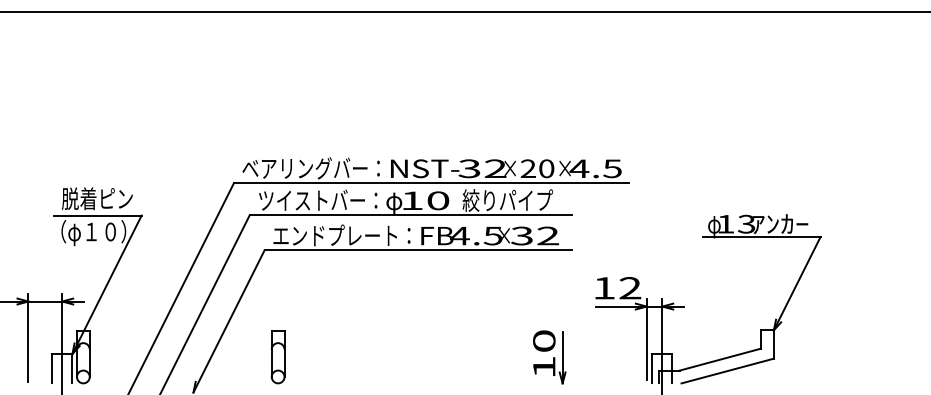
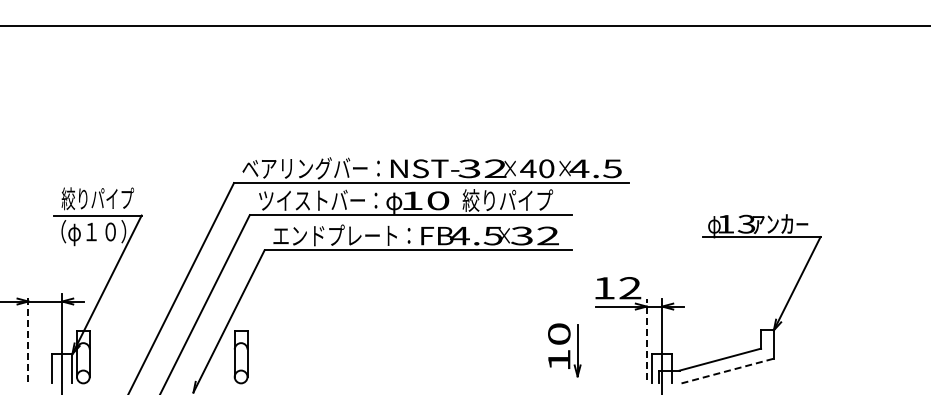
line at (464, 12) position: (464, 12) -> (464, 26)
text at (528, 168): 20 -> 40
text at (97, 198): 脱着ピン -> 絞りパイプ
line at (28, 338): solid -> dashed
line at (646, 339): solid -> dashed
part at (277, 357) position: (277, 357) -> (240, 357)
part at (549, 357) position: (549, 357) -> (564, 350)
line at (727, 371): solid -> dashed
